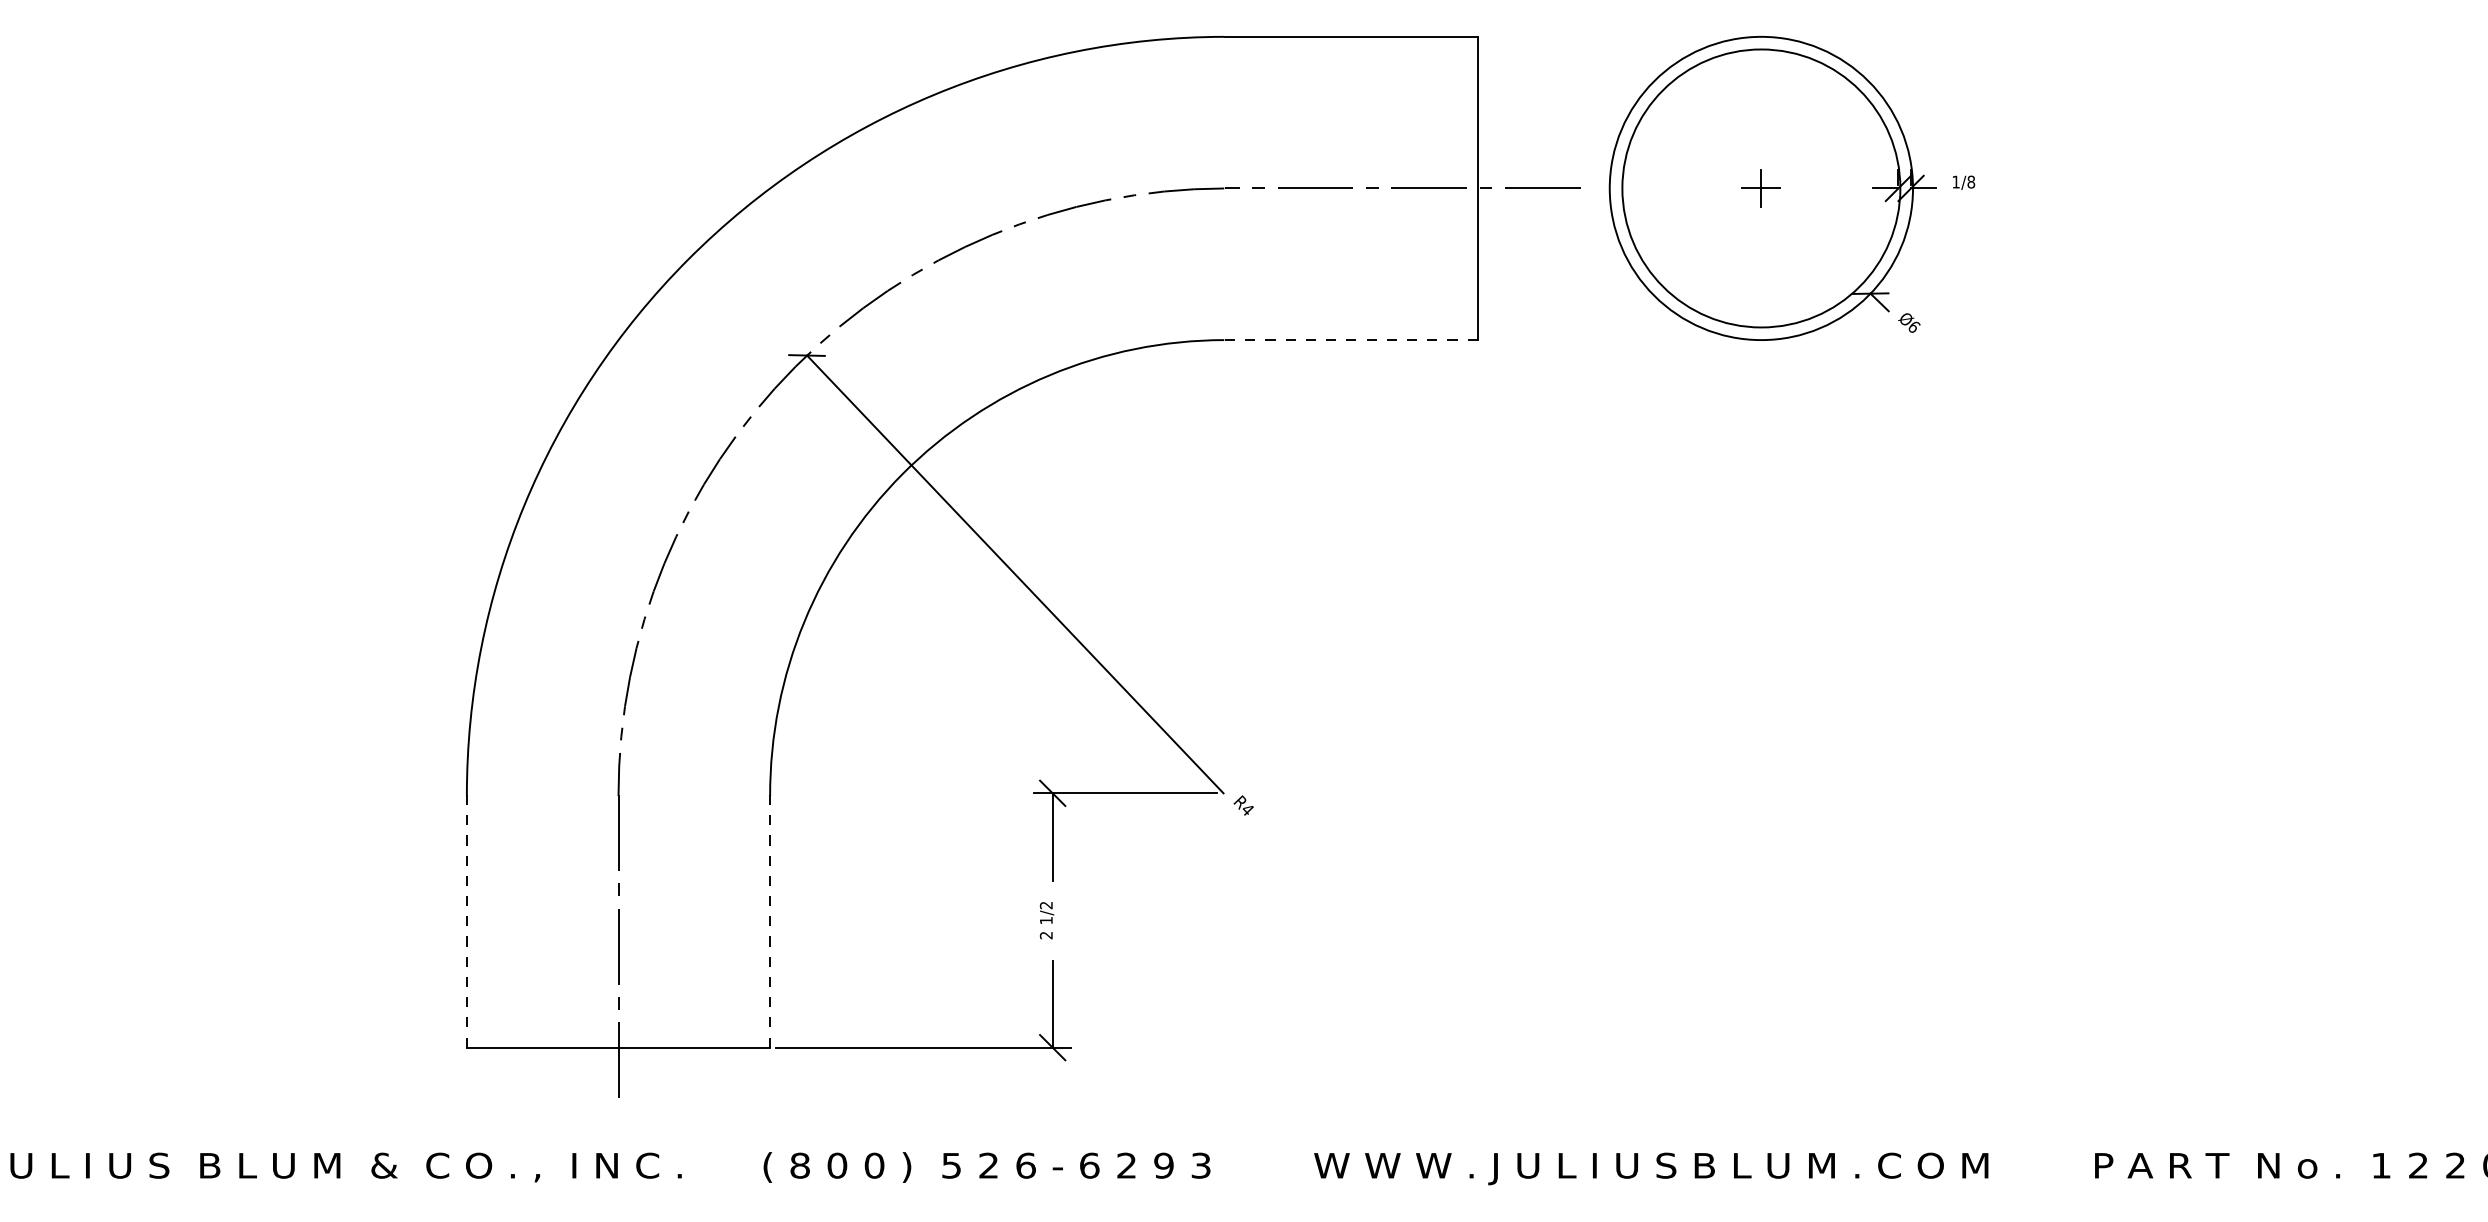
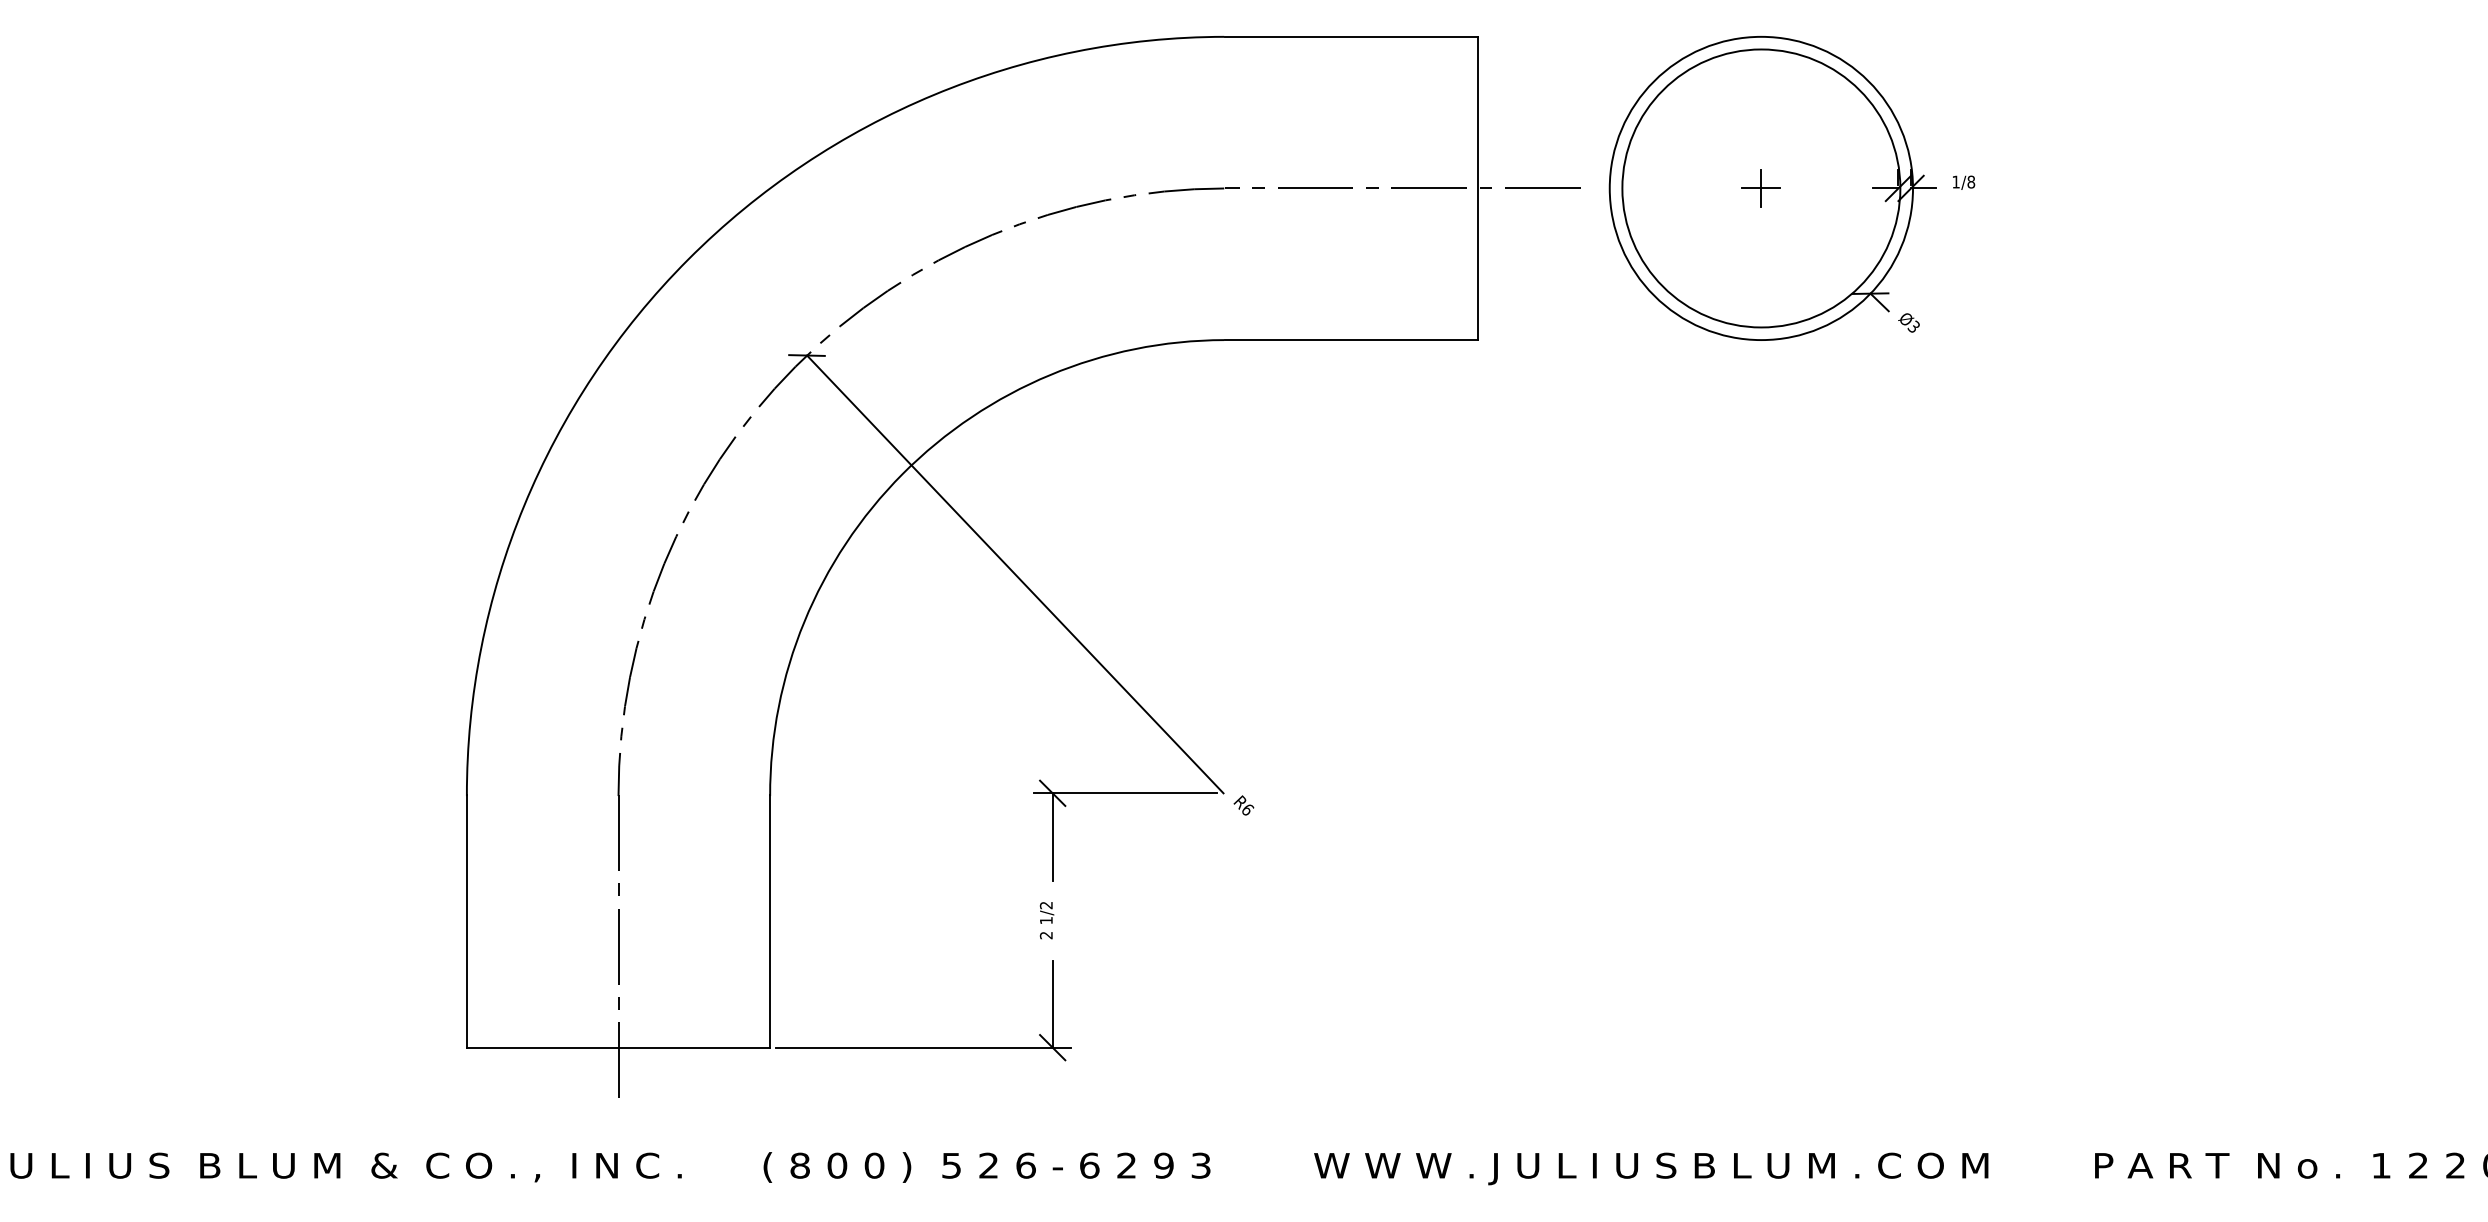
text at (1913, 326): Ø6 -> Ø3
line at (1350, 340): dashed -> solid
text at (1248, 809): R4 -> R6
line at (466, 920): dashed -> solid
line at (770, 921): dashed -> solid
